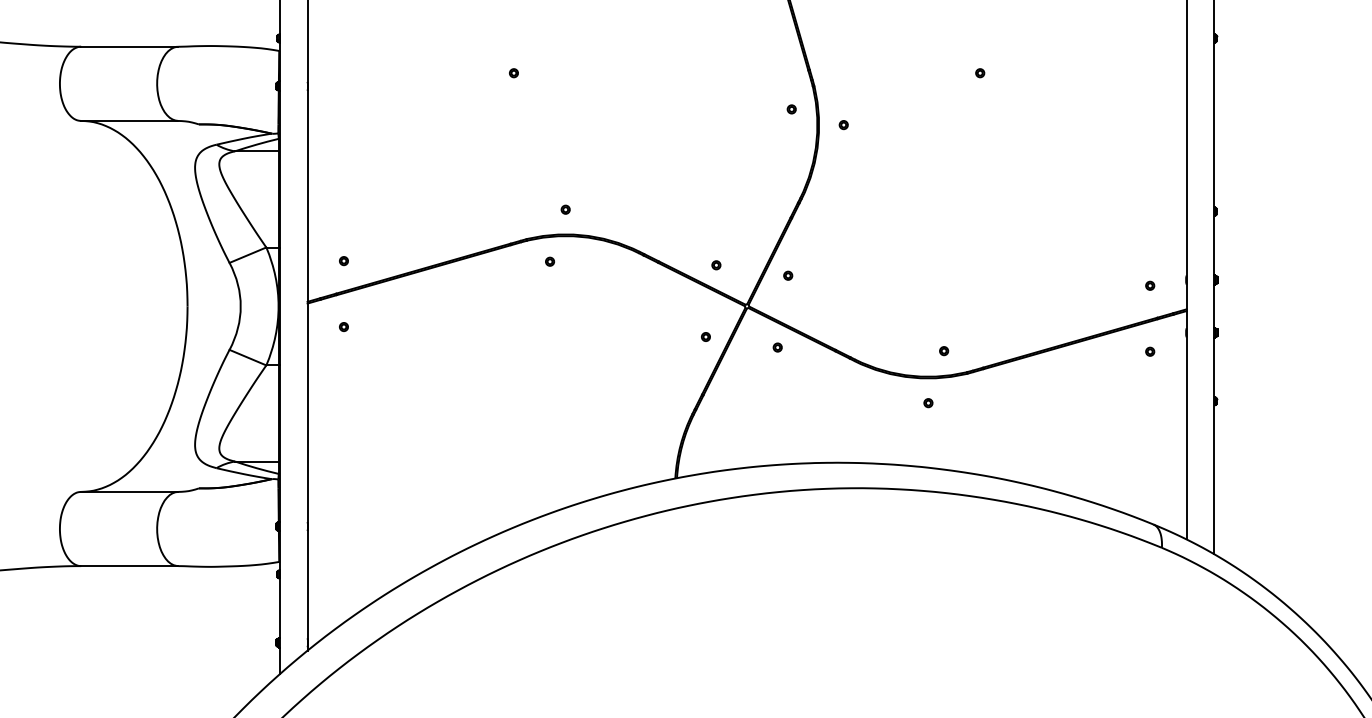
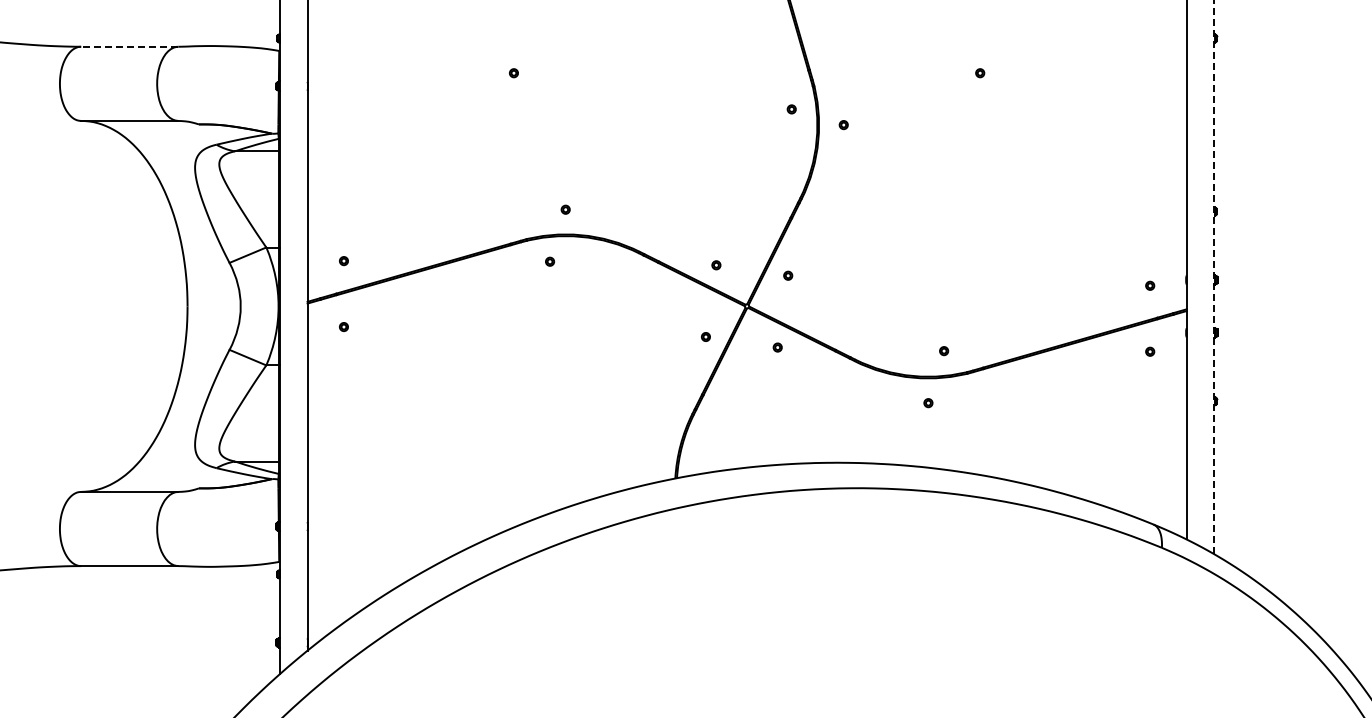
line at (129, 46): solid -> dashed
line at (1214, 277): solid -> dashed
